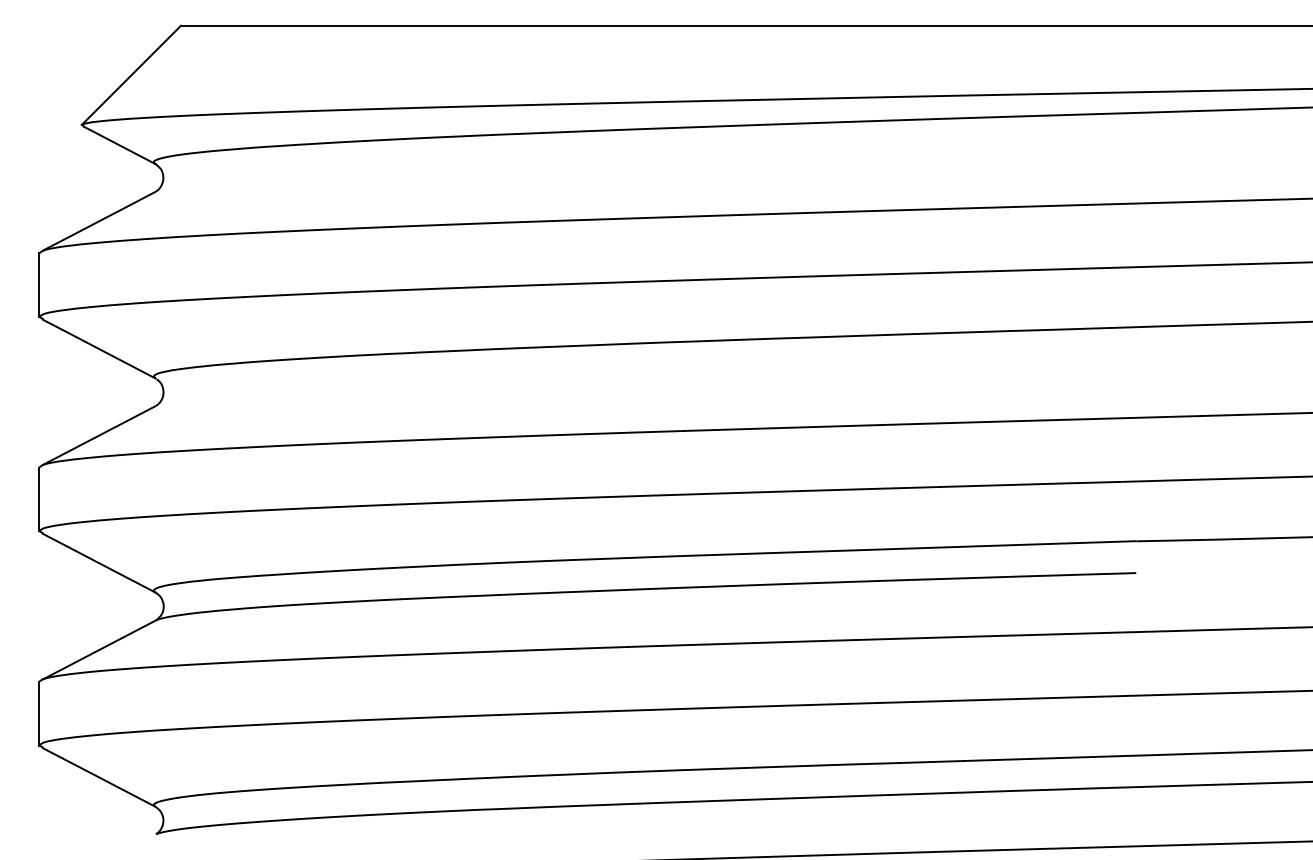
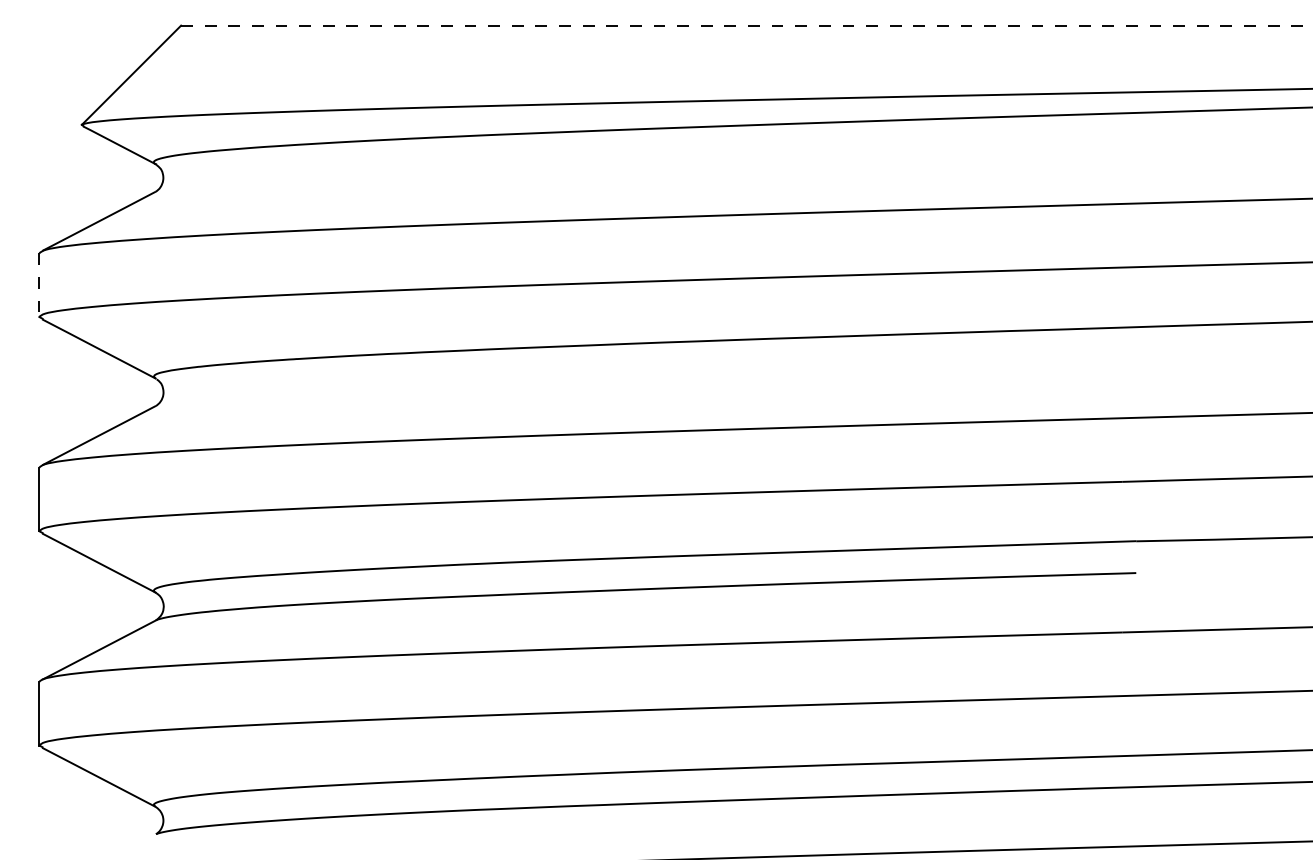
line at (747, 25): solid -> dashed
line at (39, 285): solid -> dashed
